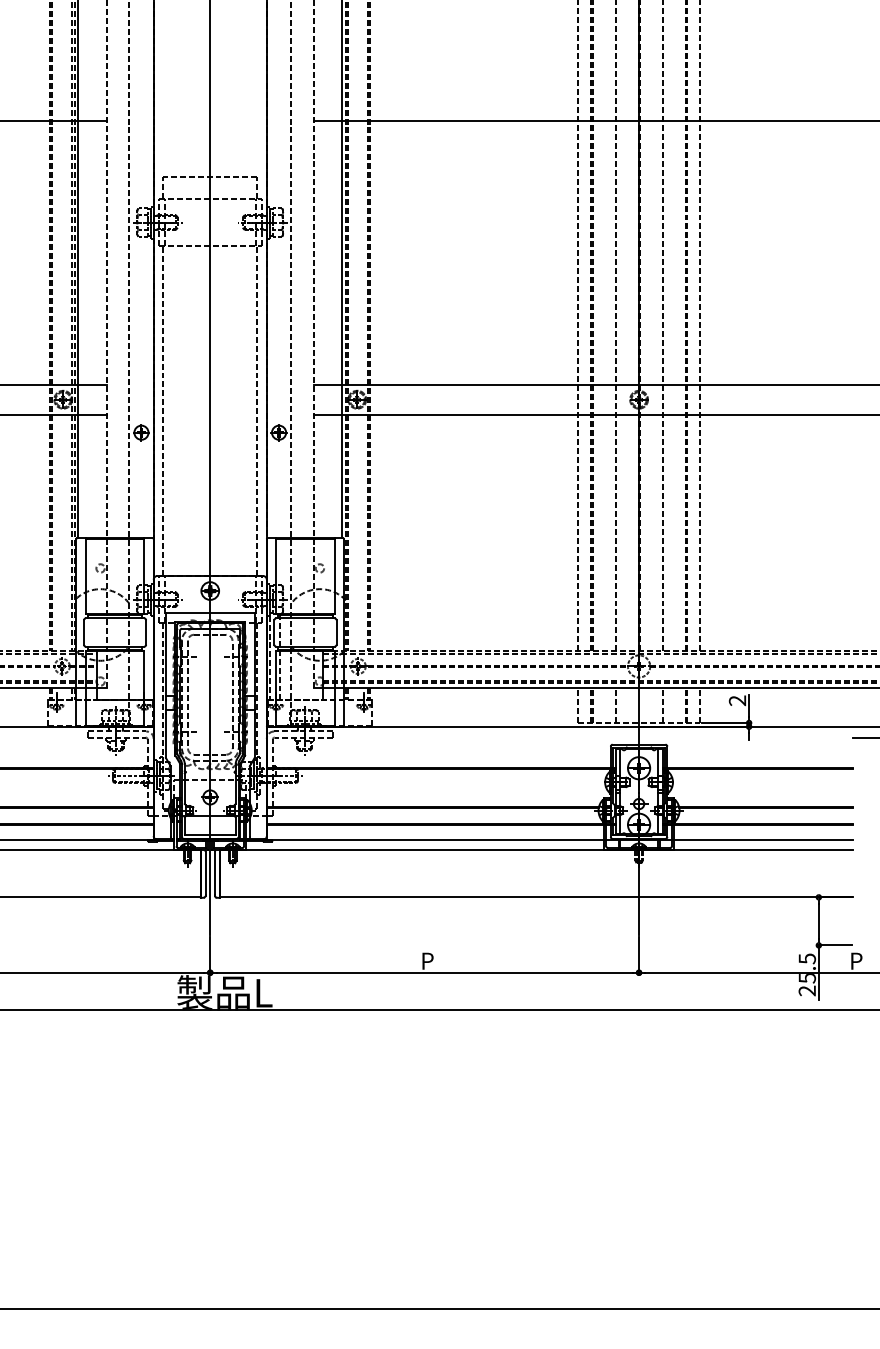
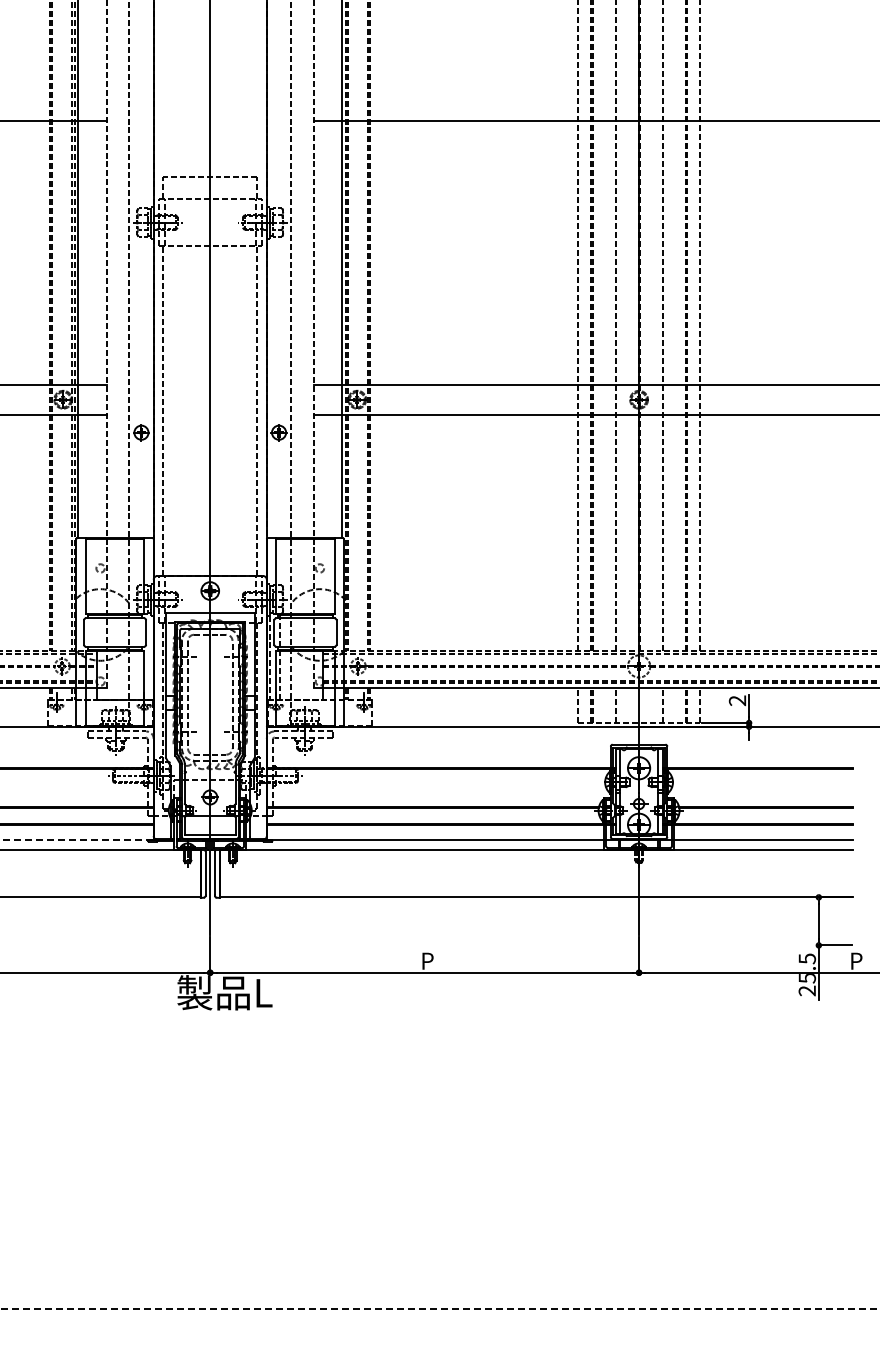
line at (864, 738): present -> none
line at (77, 839): solid -> dashed
line at (439, 1010): present -> none
line at (439, 1308): solid -> dashed
